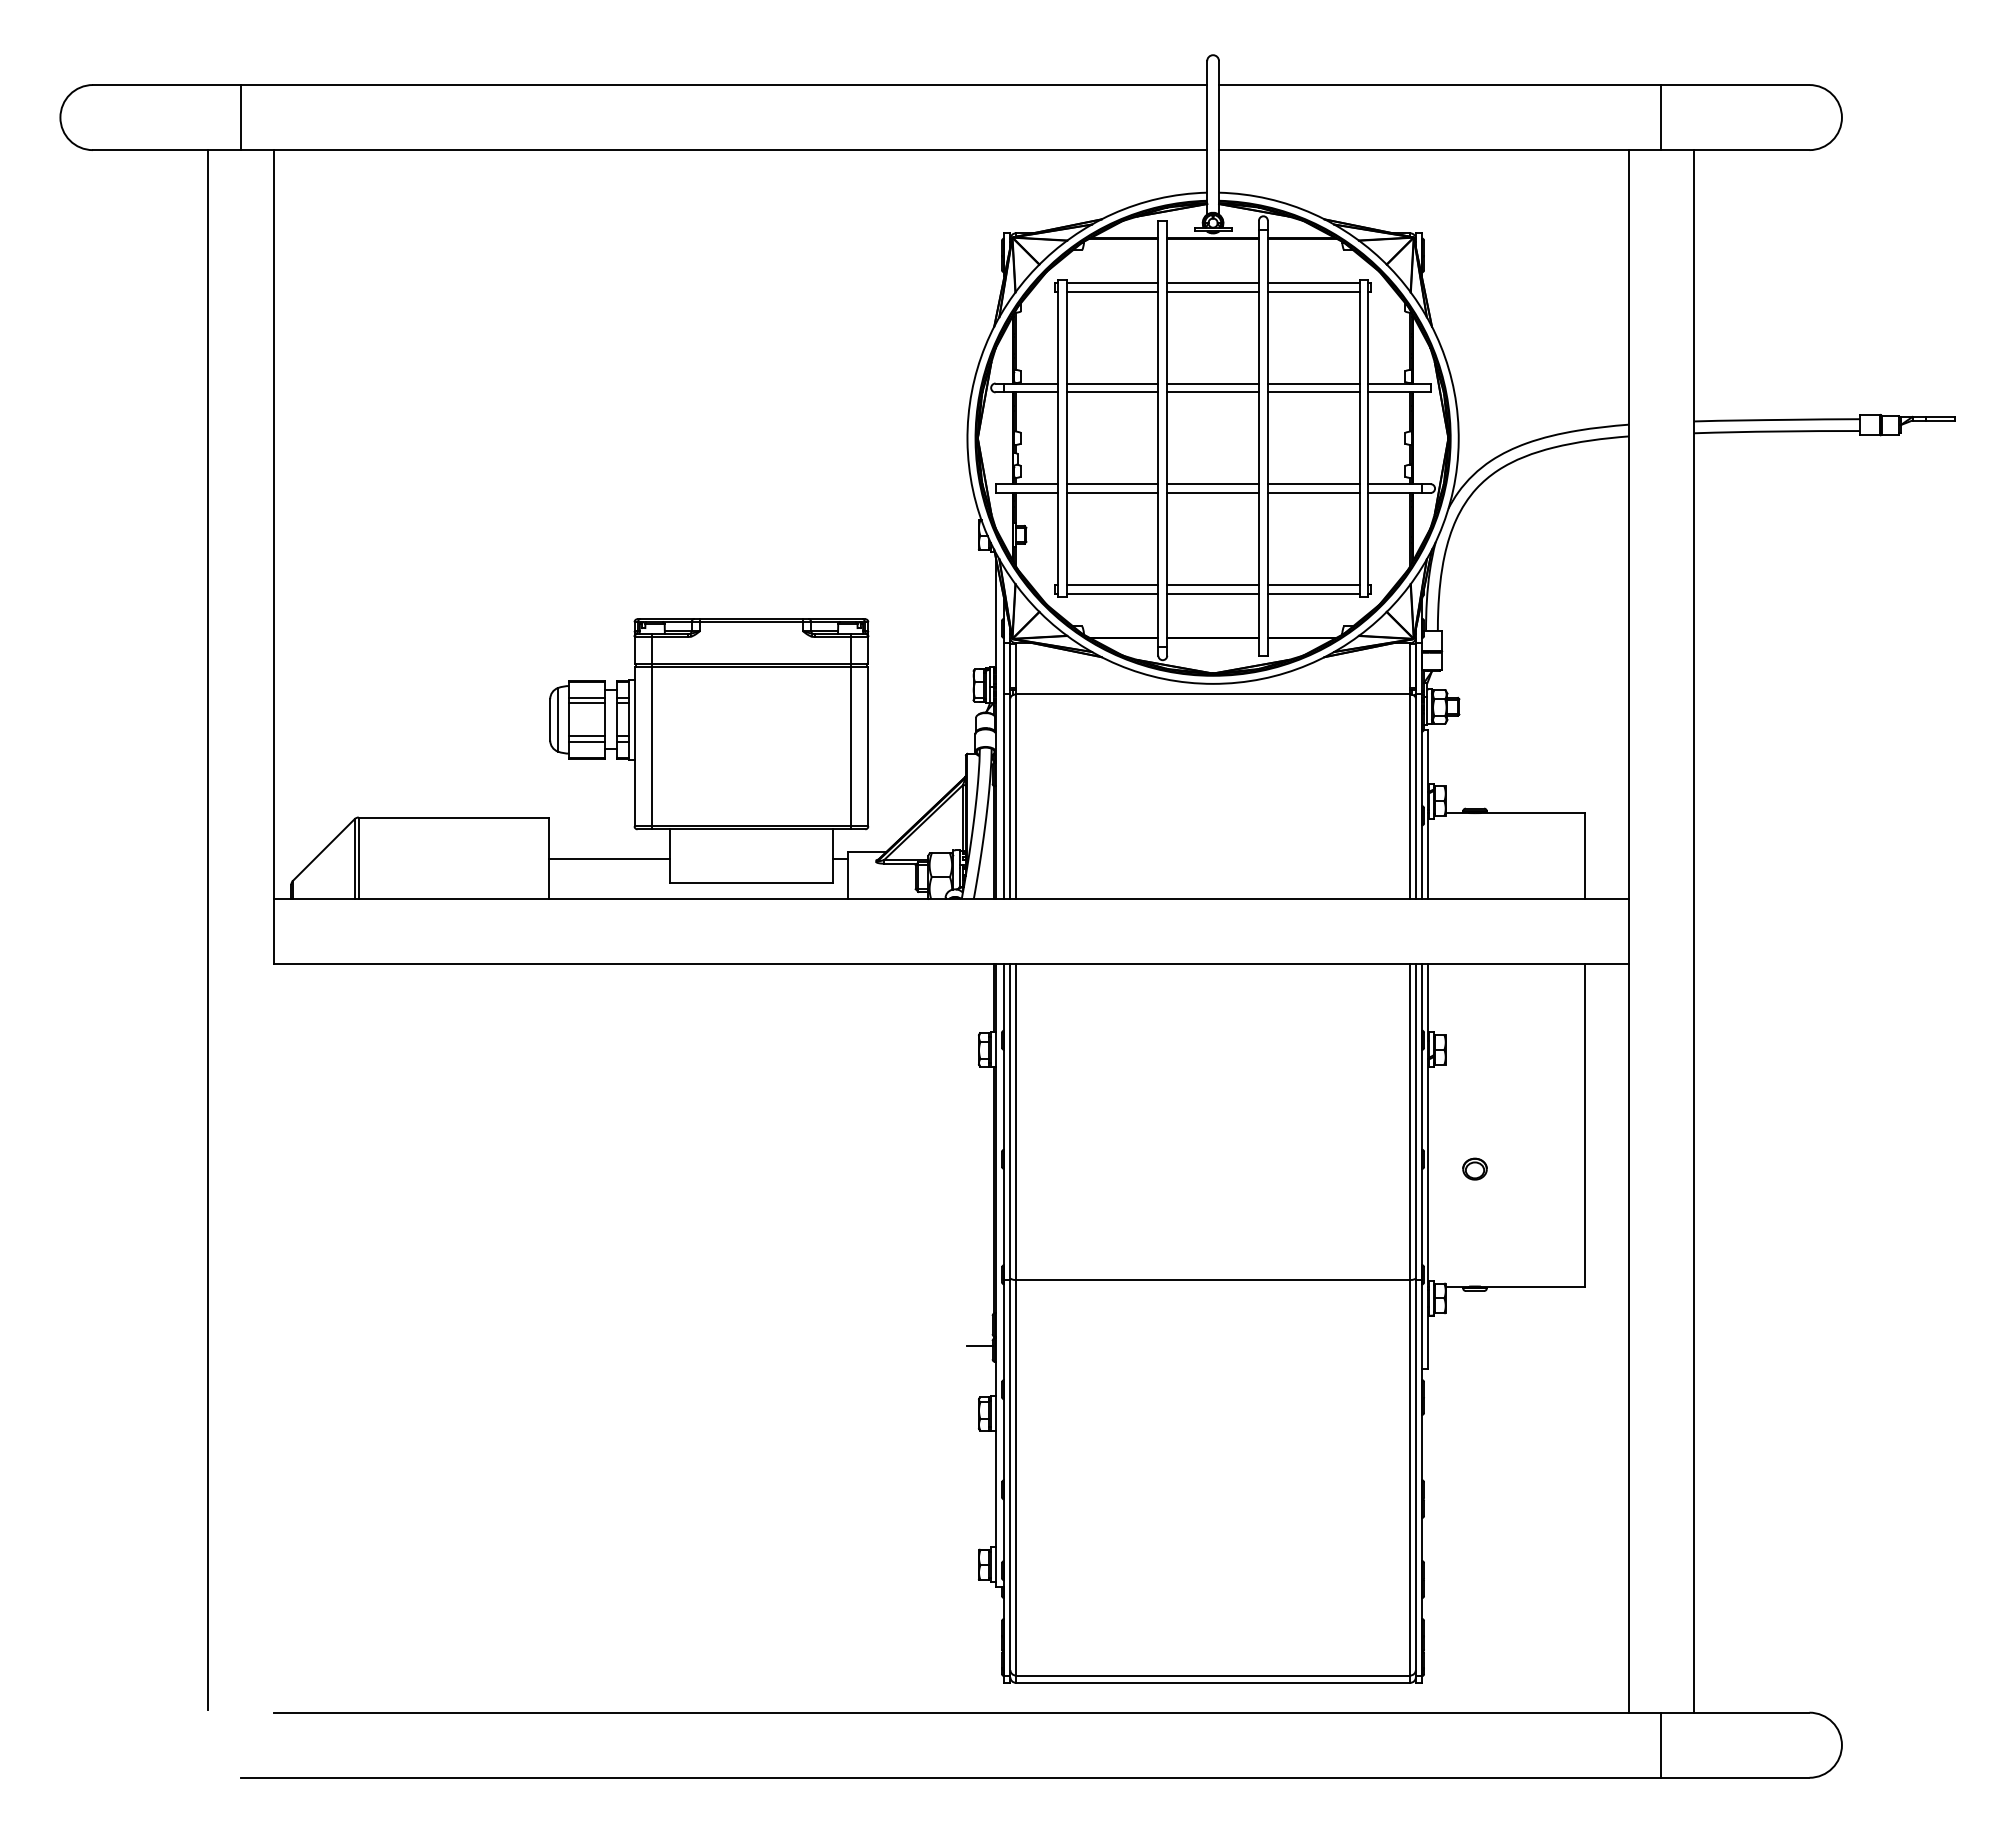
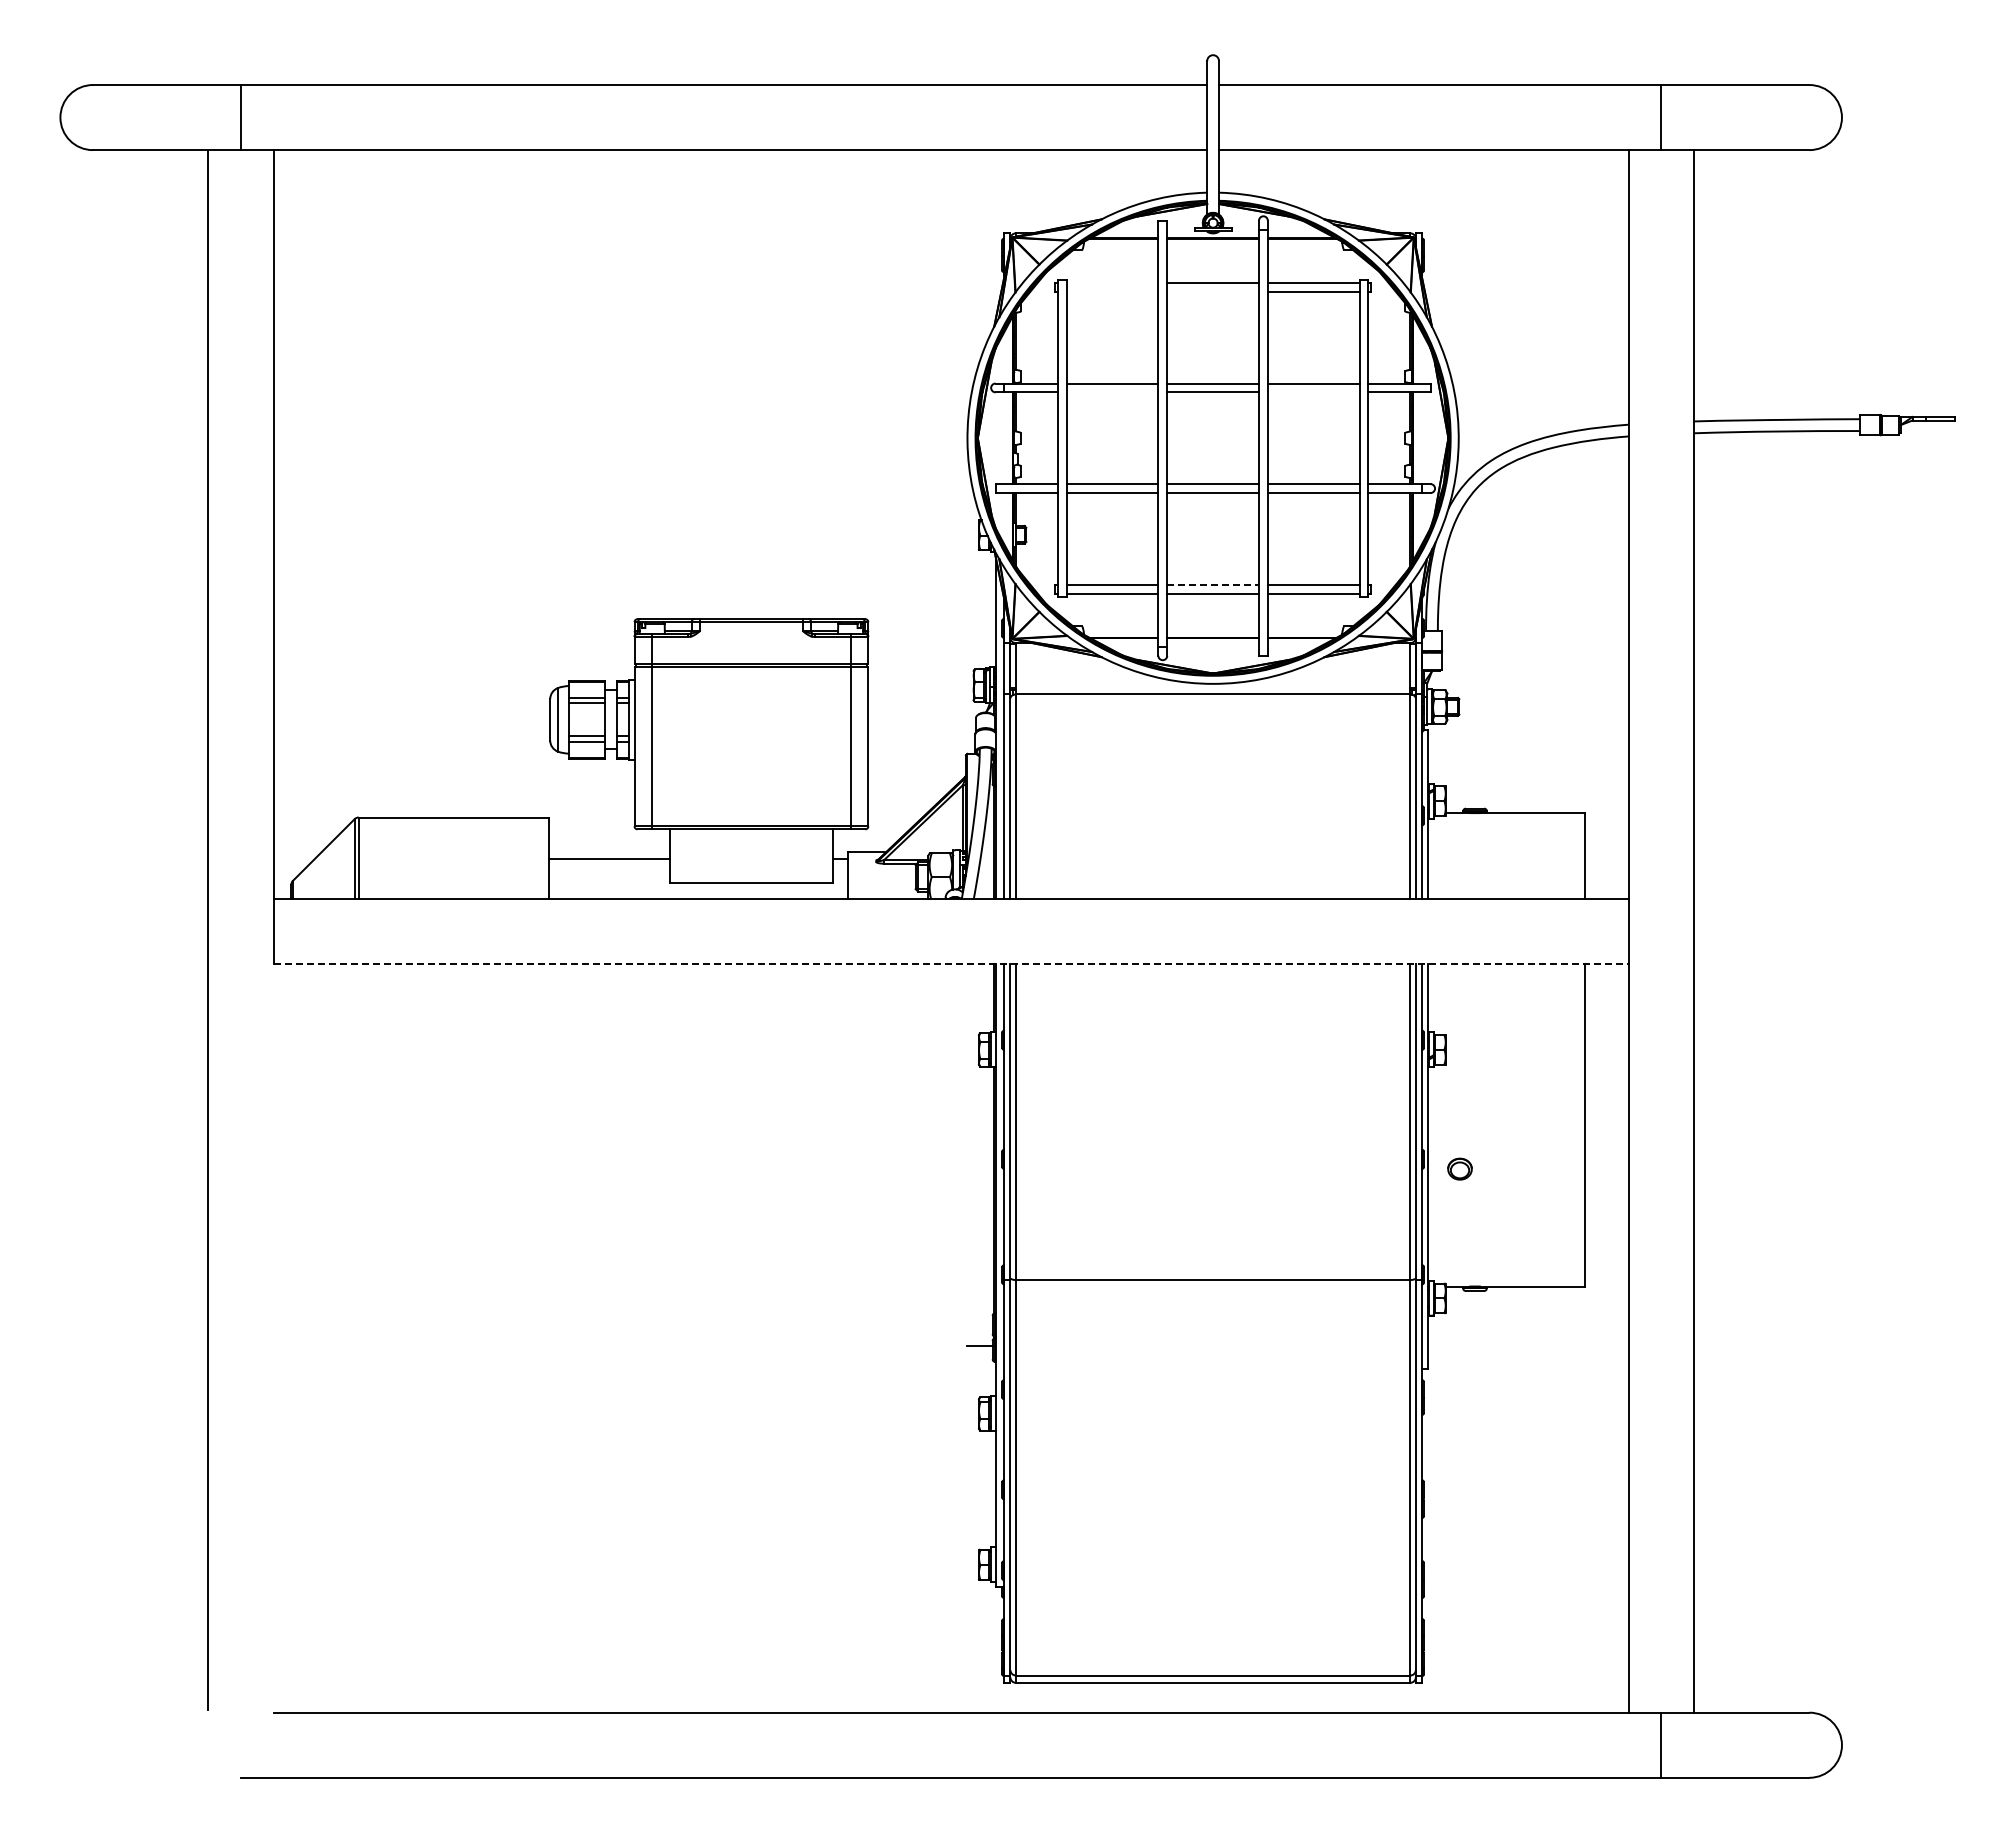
line at (1112, 282): present -> none
line at (1112, 291): present -> none
line at (1212, 291): present -> none
line at (1112, 392): present -> none
line at (1313, 392): present -> none
line at (1213, 584): solid -> dashed
line at (951, 963): solid -> dashed
part at (1474, 1168) position: (1474, 1168) -> (1459, 1168)
